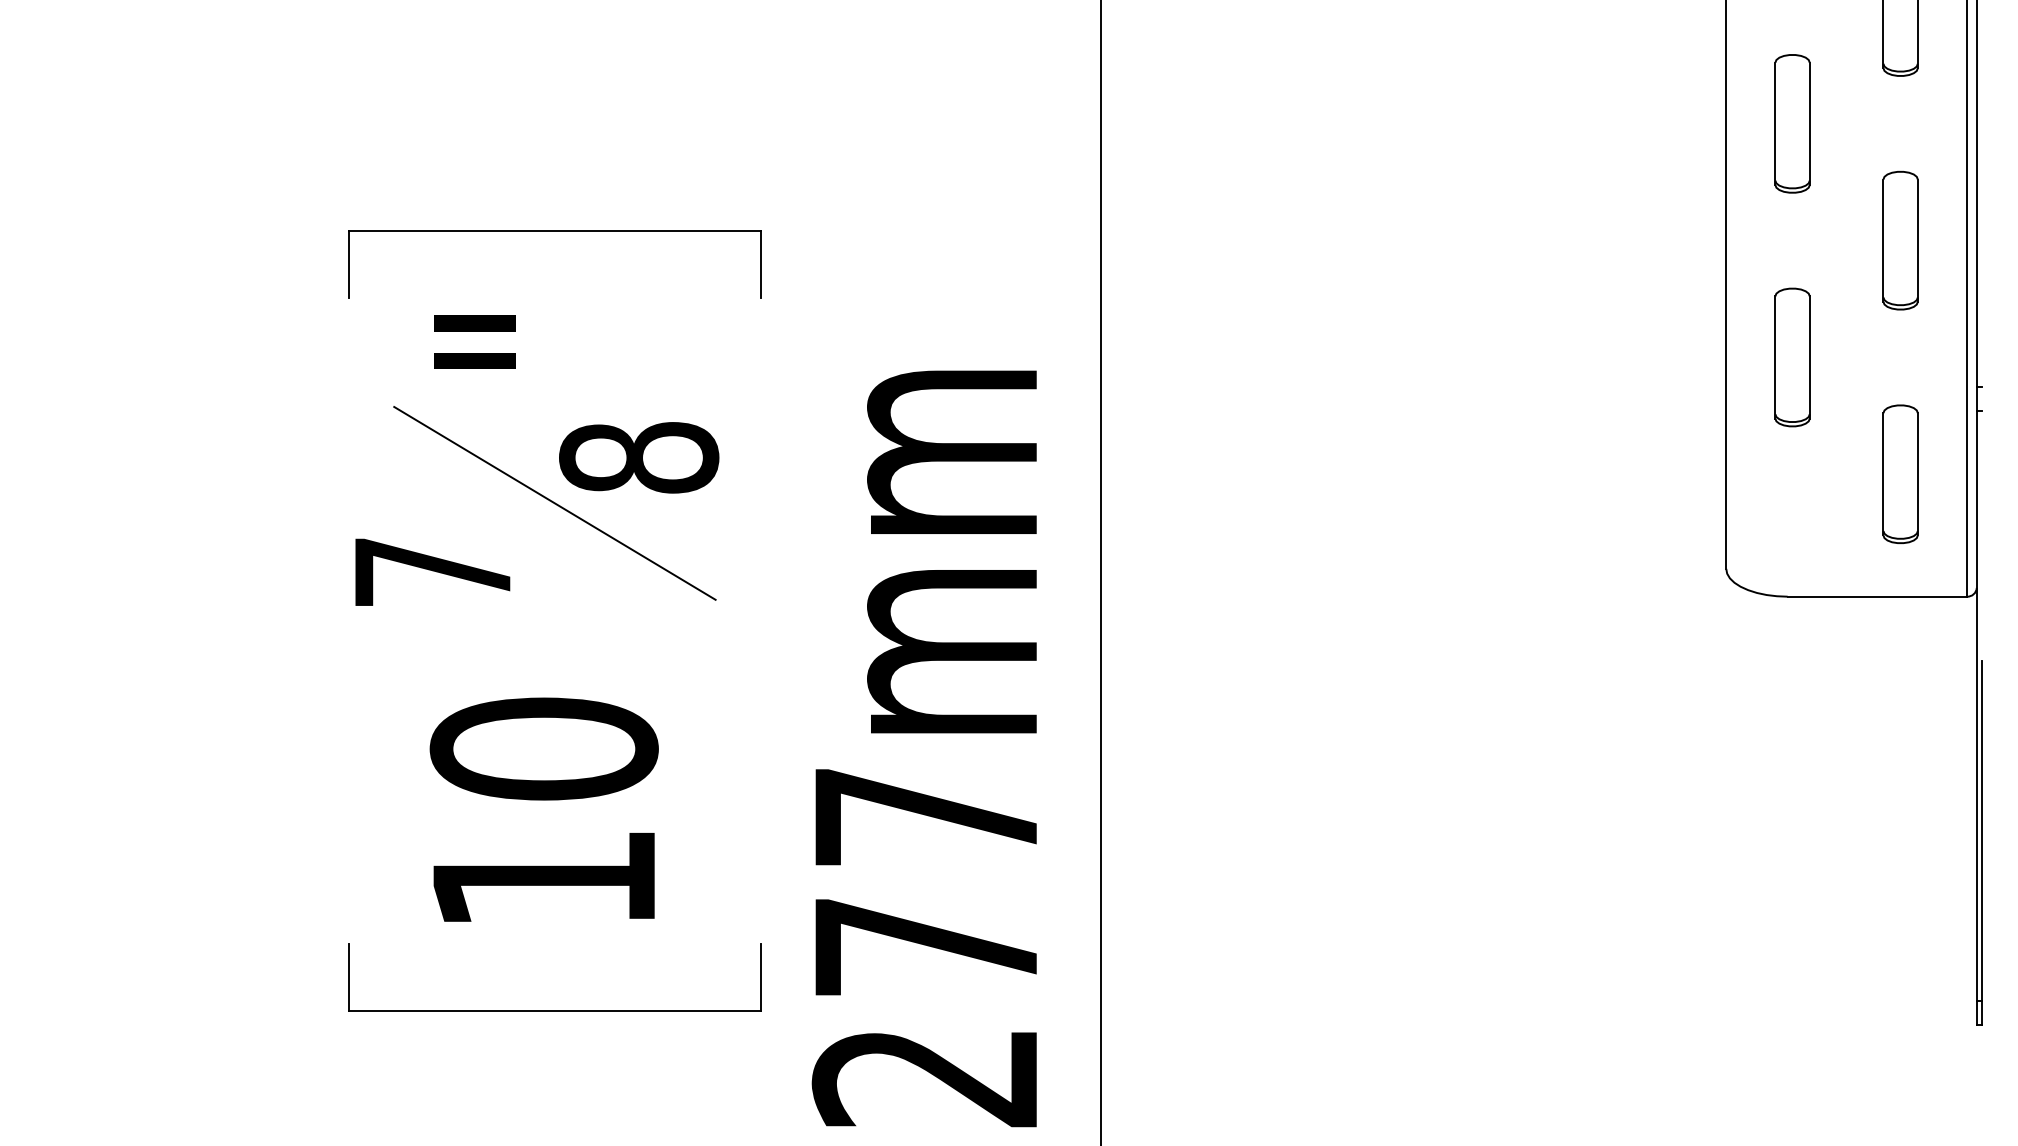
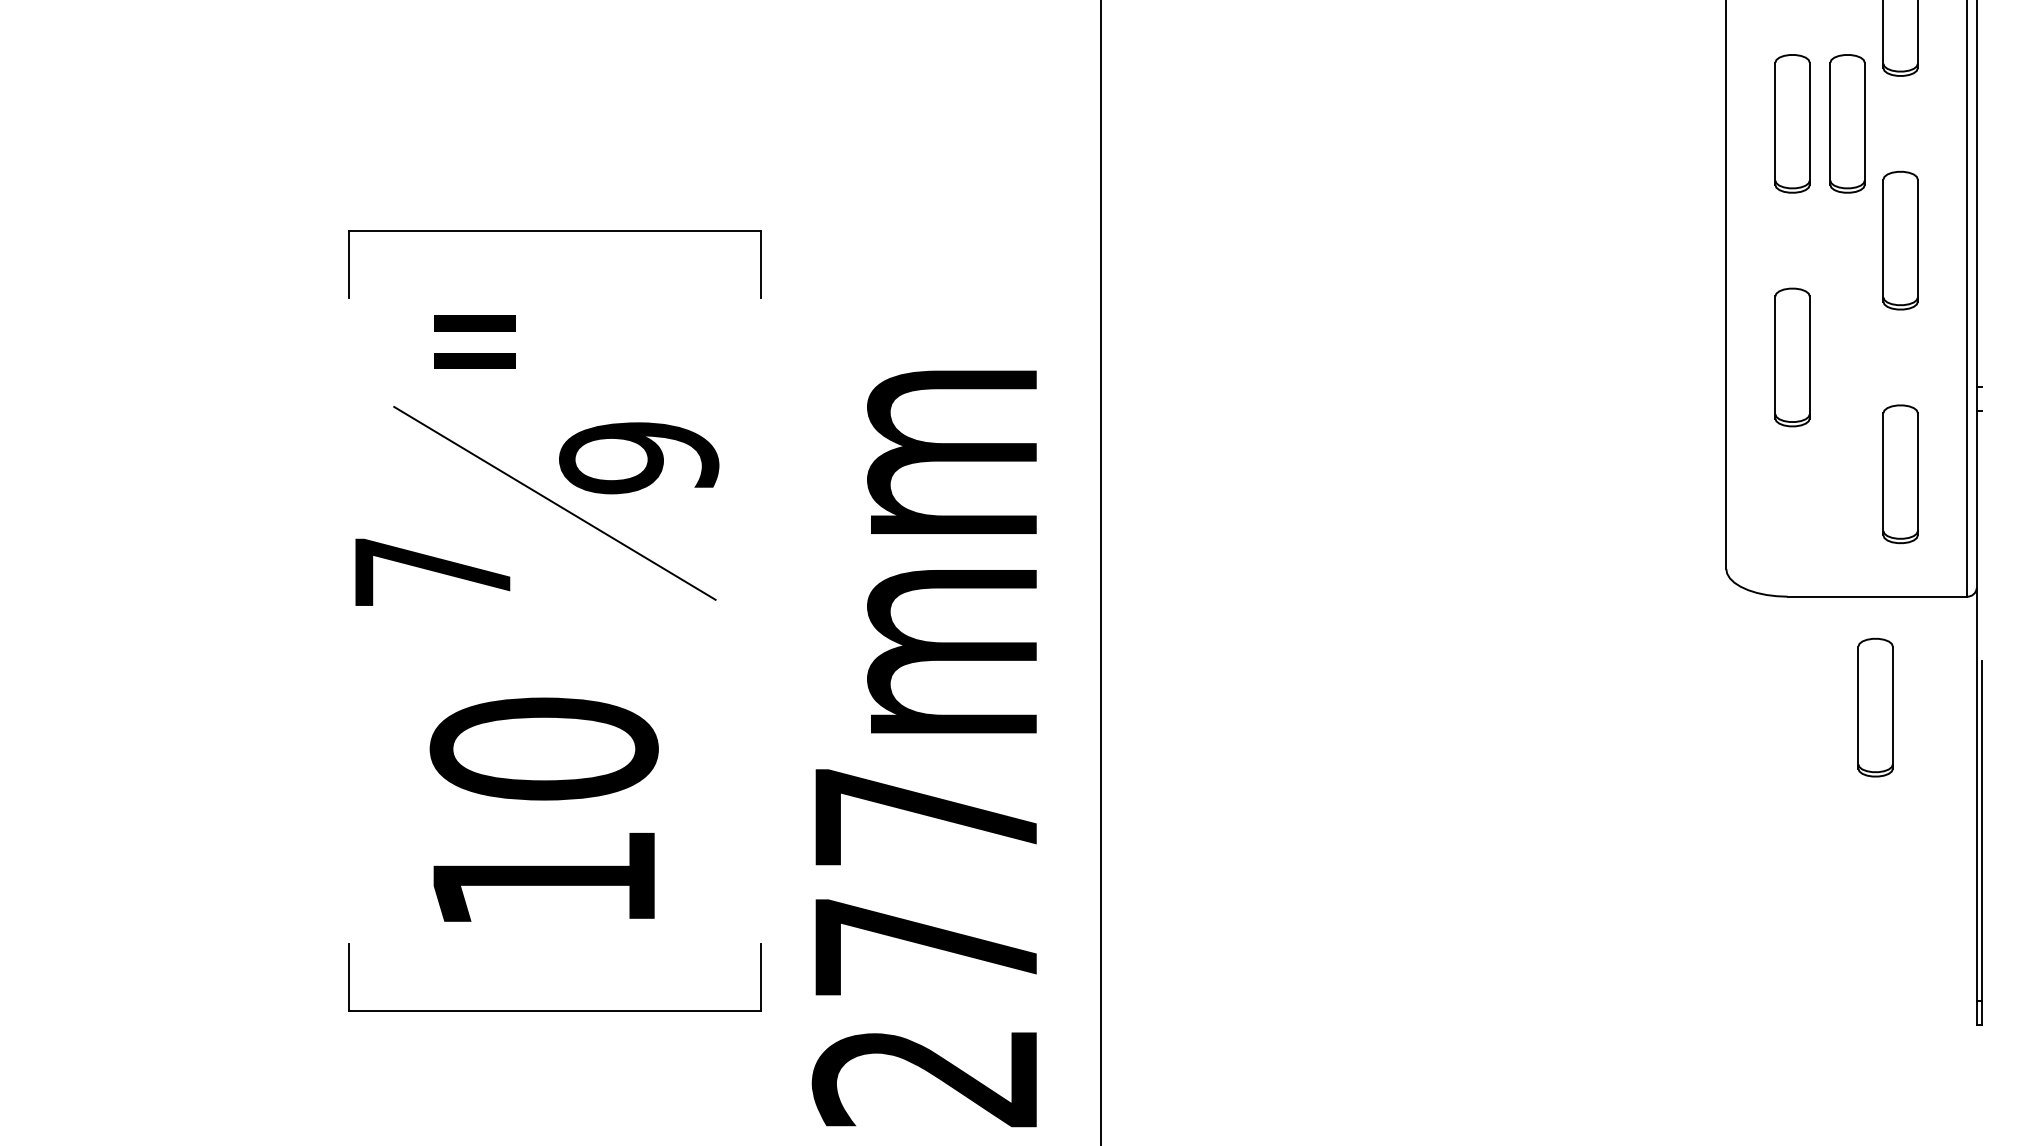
part at (1847, 123): none -> present
text at (639, 458): 8 -> 9
part at (1875, 707): none -> present
